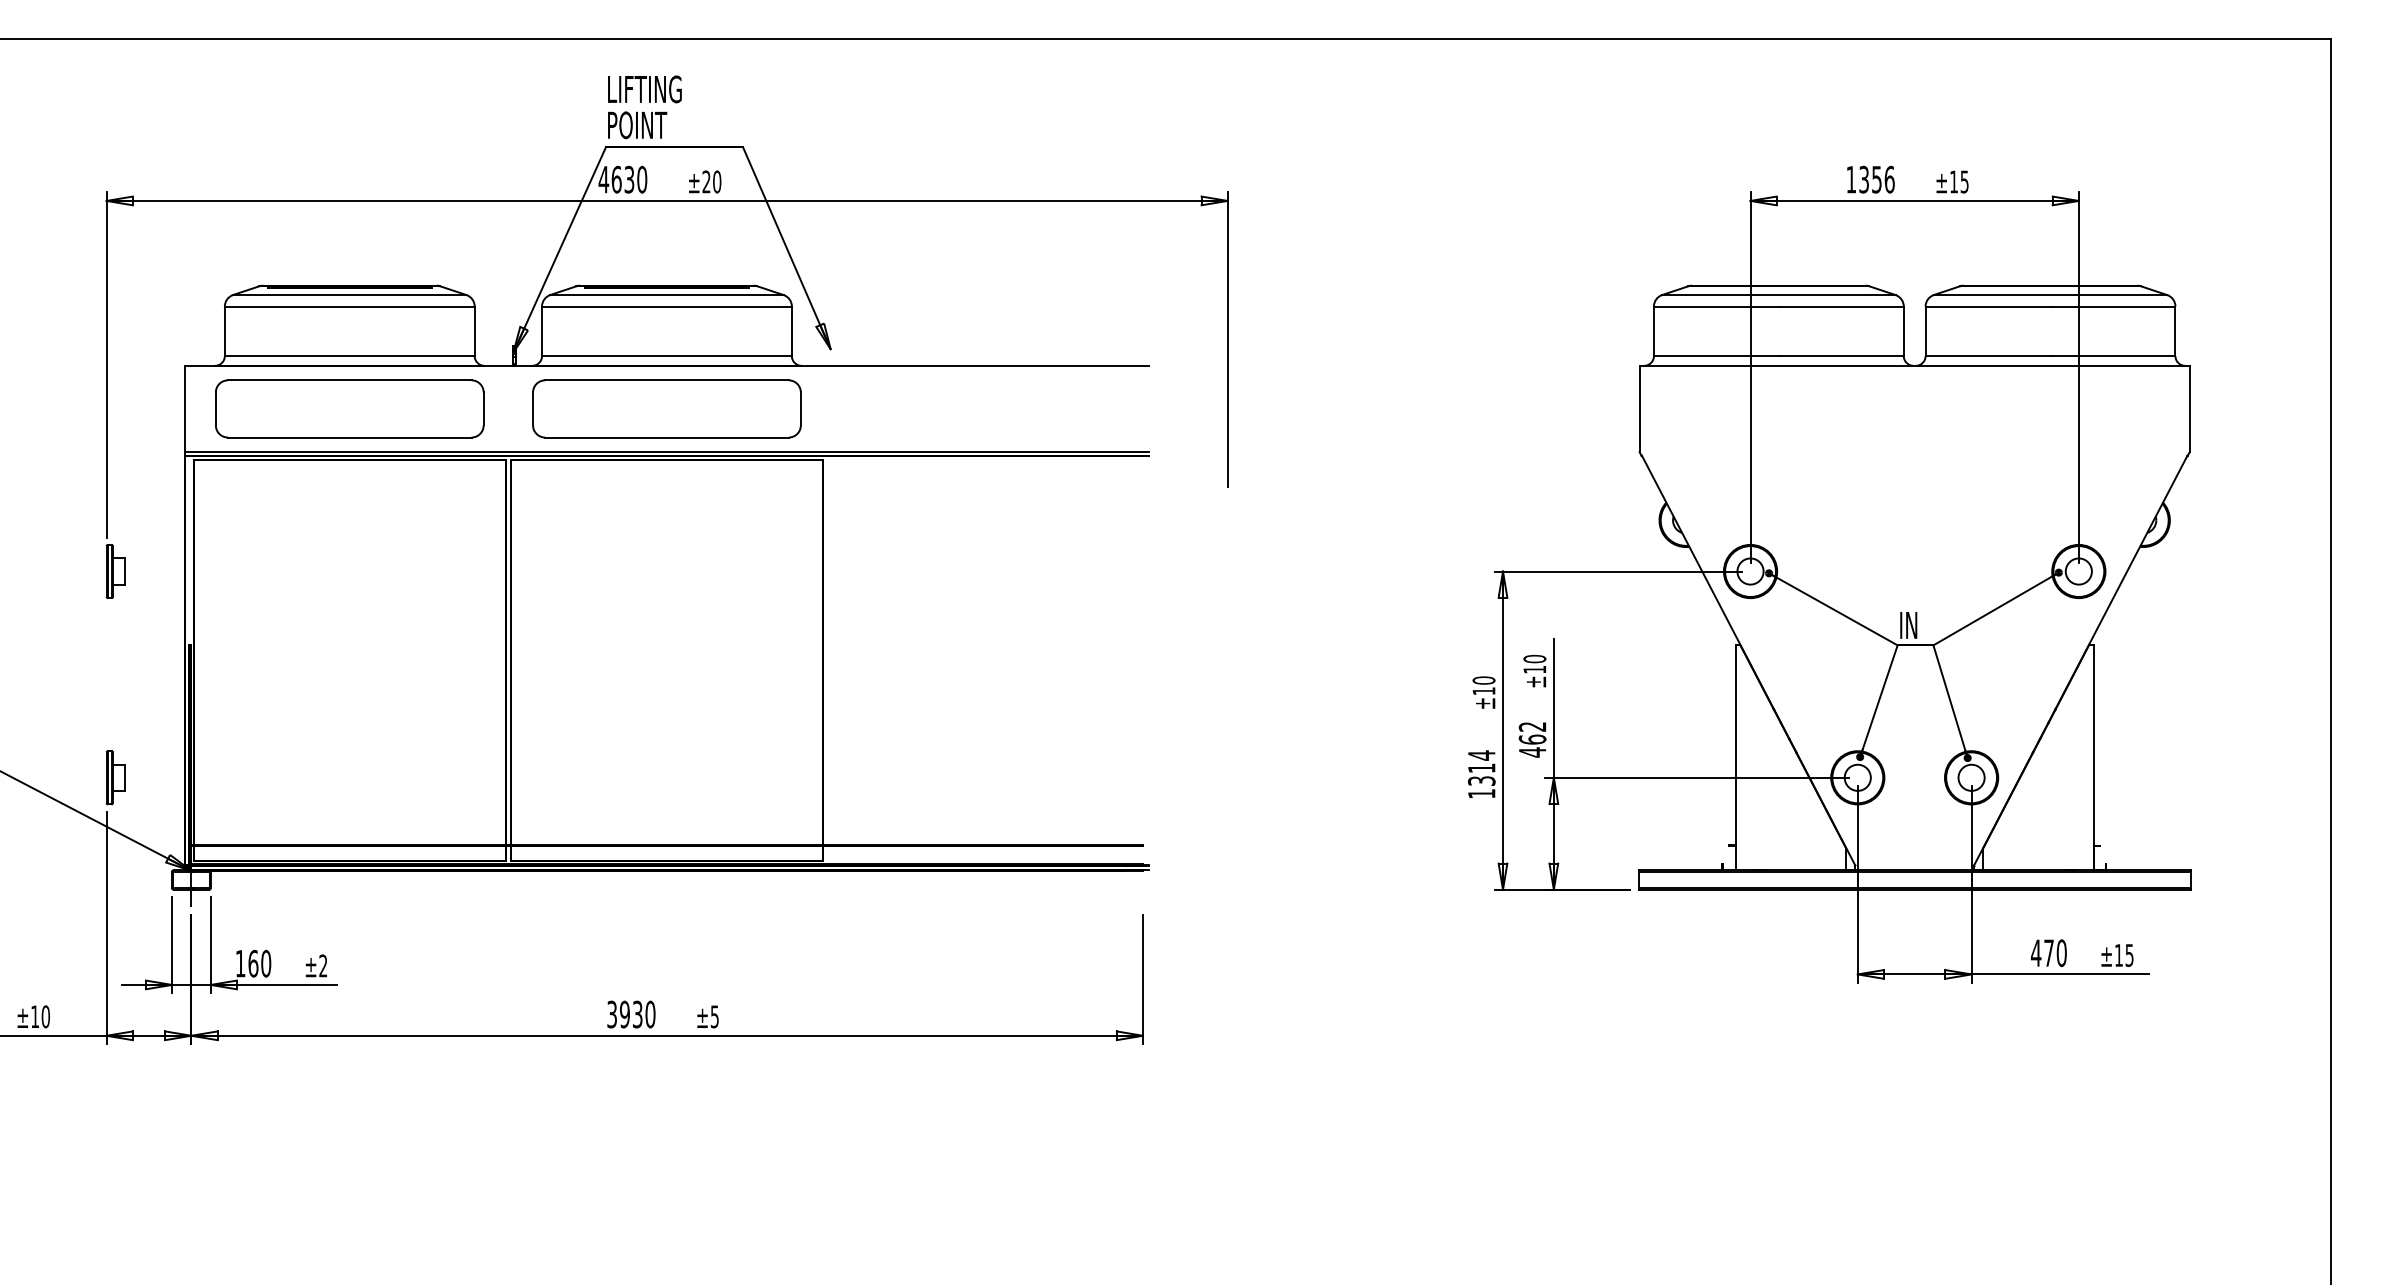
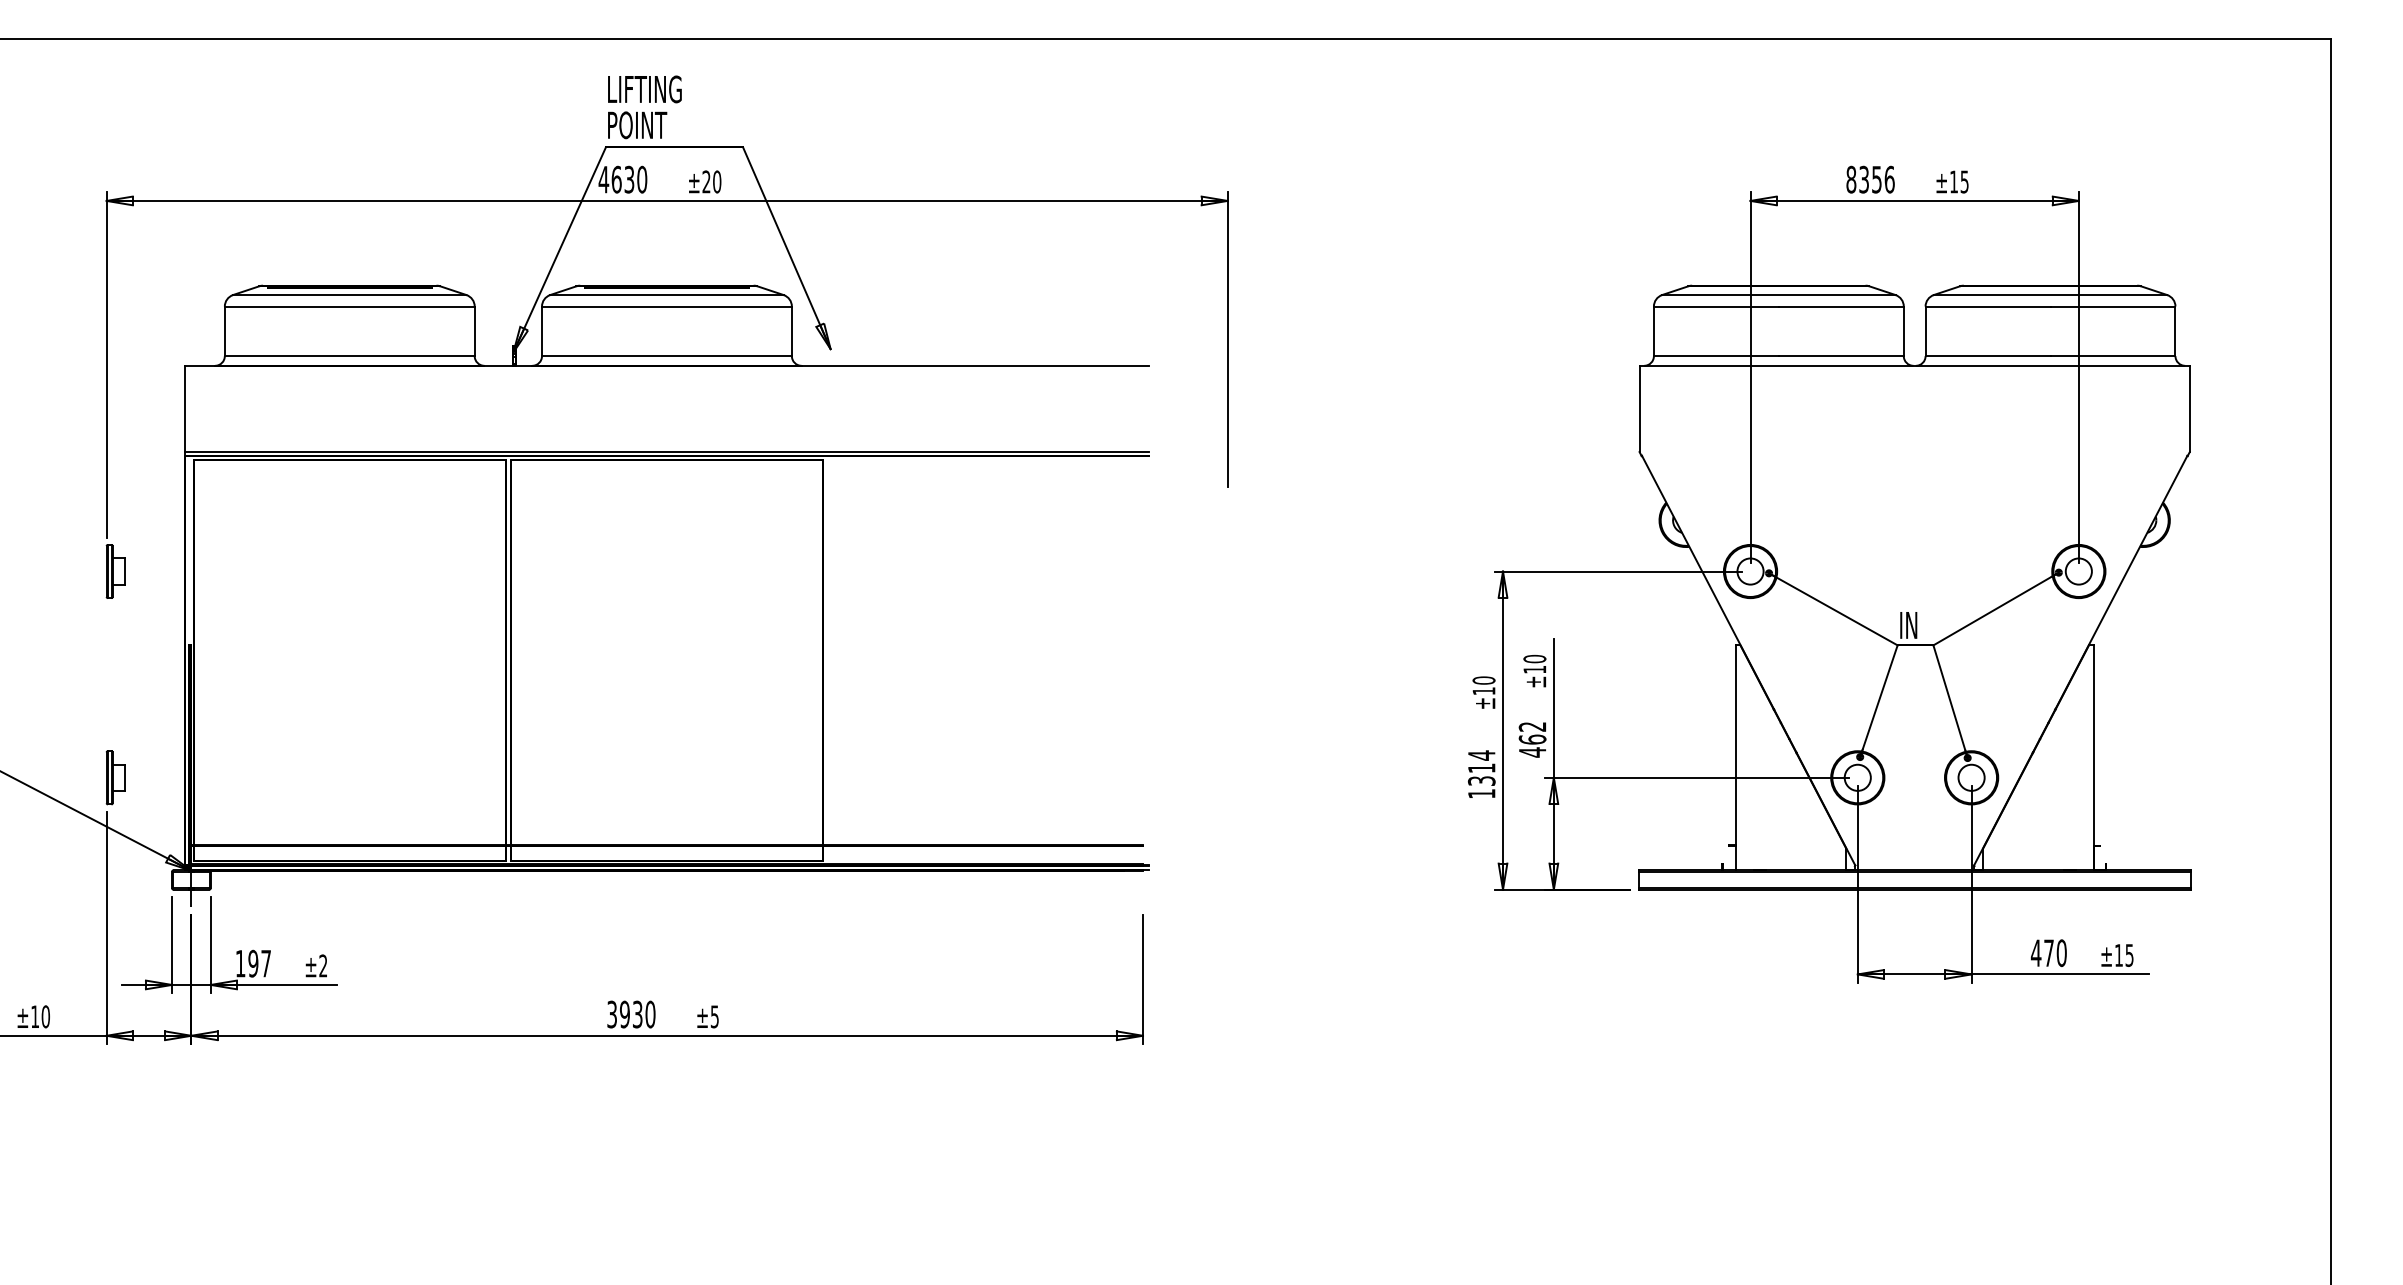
text at (1851, 179): 1356 -> 8356
part at (349, 408): present -> none
part at (666, 408): present -> none
text at (259, 963): 160 -> 197
